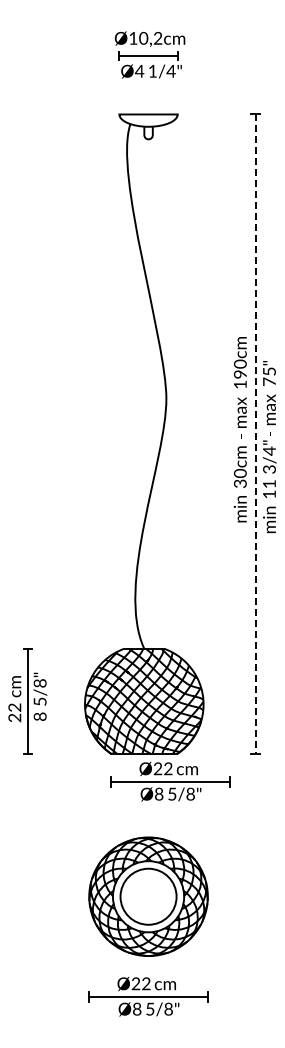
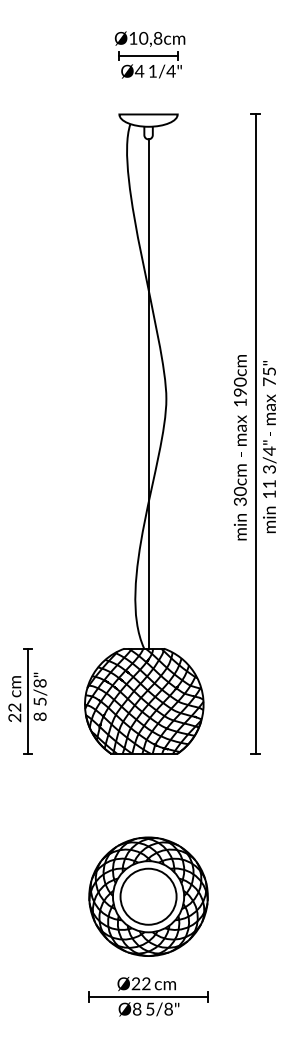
text at (157, 38): Ø10,2cm -> Ø10,8cm
line at (148, 393): none -> present
text at (240, 429) position: (240, 429) -> (240, 447)
line at (255, 434): dashed -> solid
part at (170, 781): present -> none
